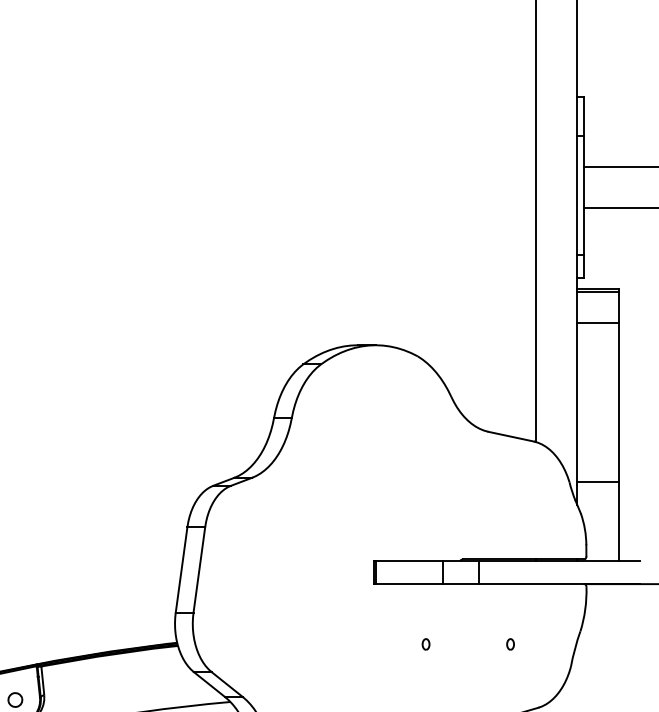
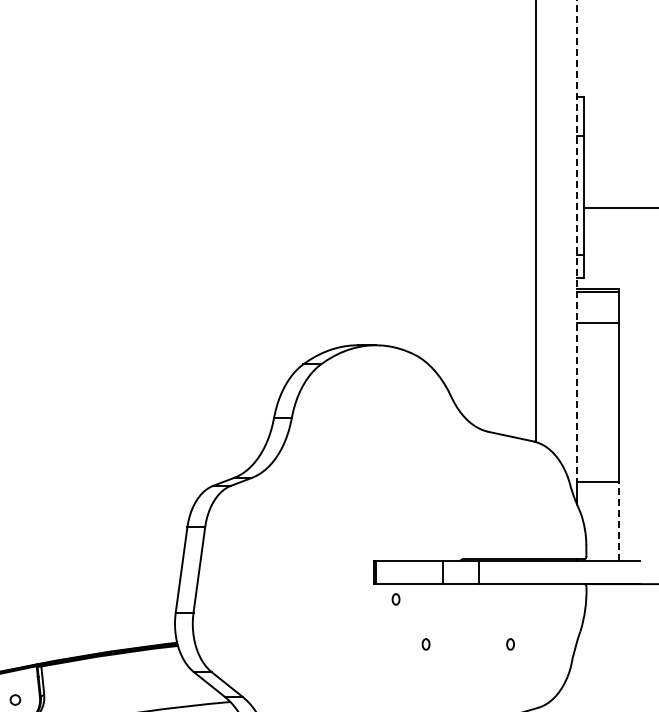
line at (619, 166): present -> none
line at (577, 242): solid -> dashed
line at (619, 521): solid -> dashed
part at (395, 599): none -> present
part at (15, 699) size: 17x16 px -> 13x12 px
